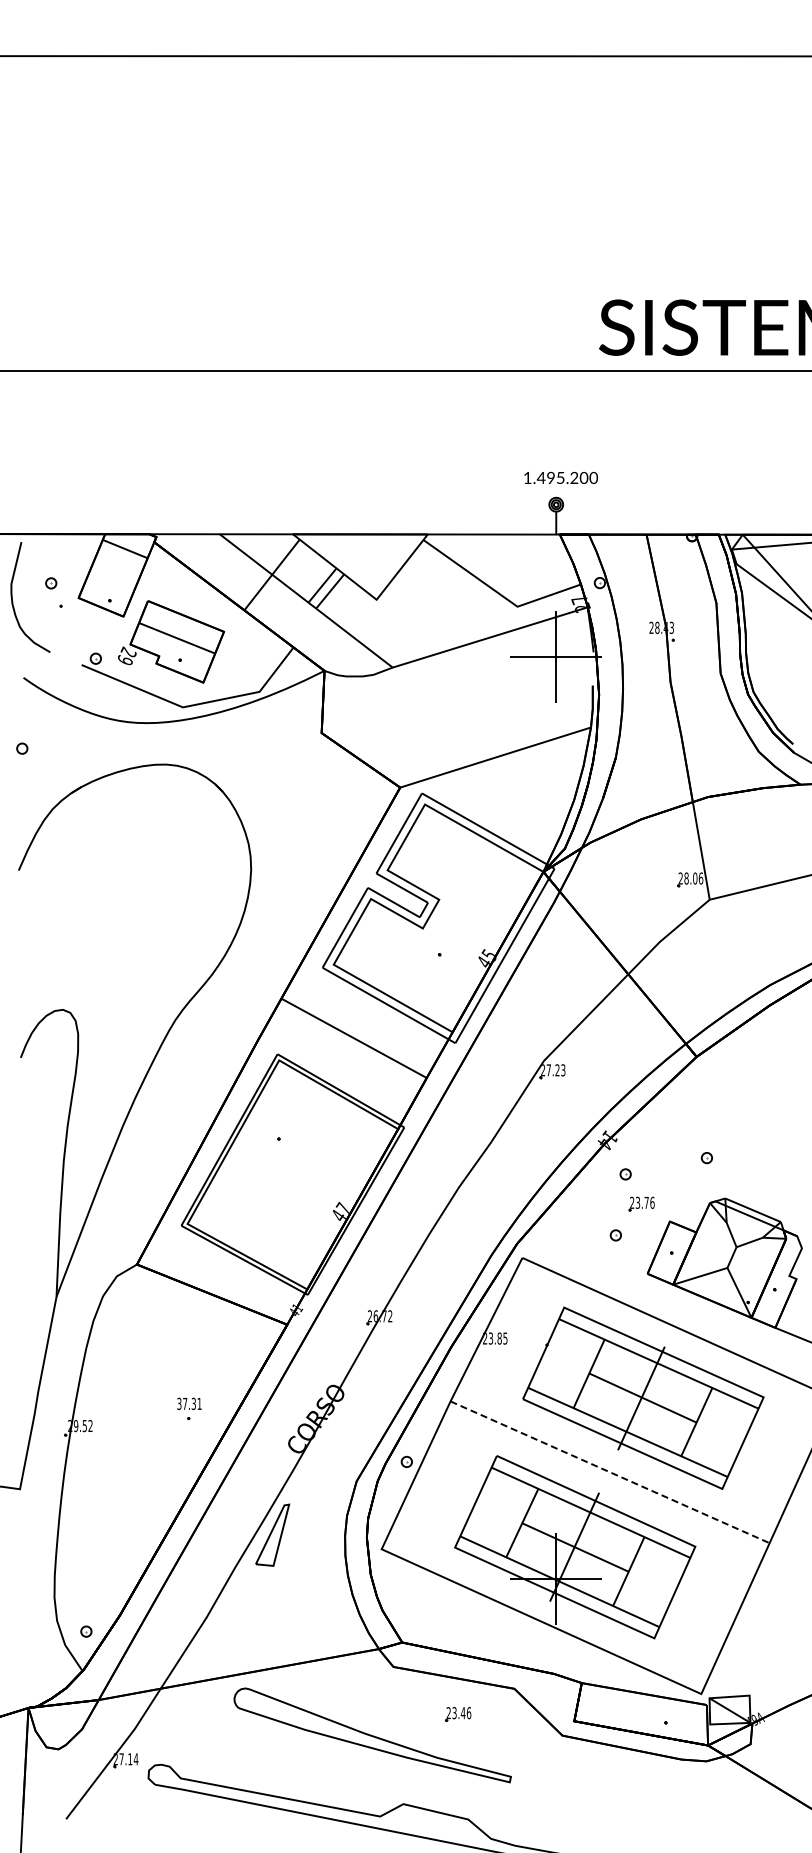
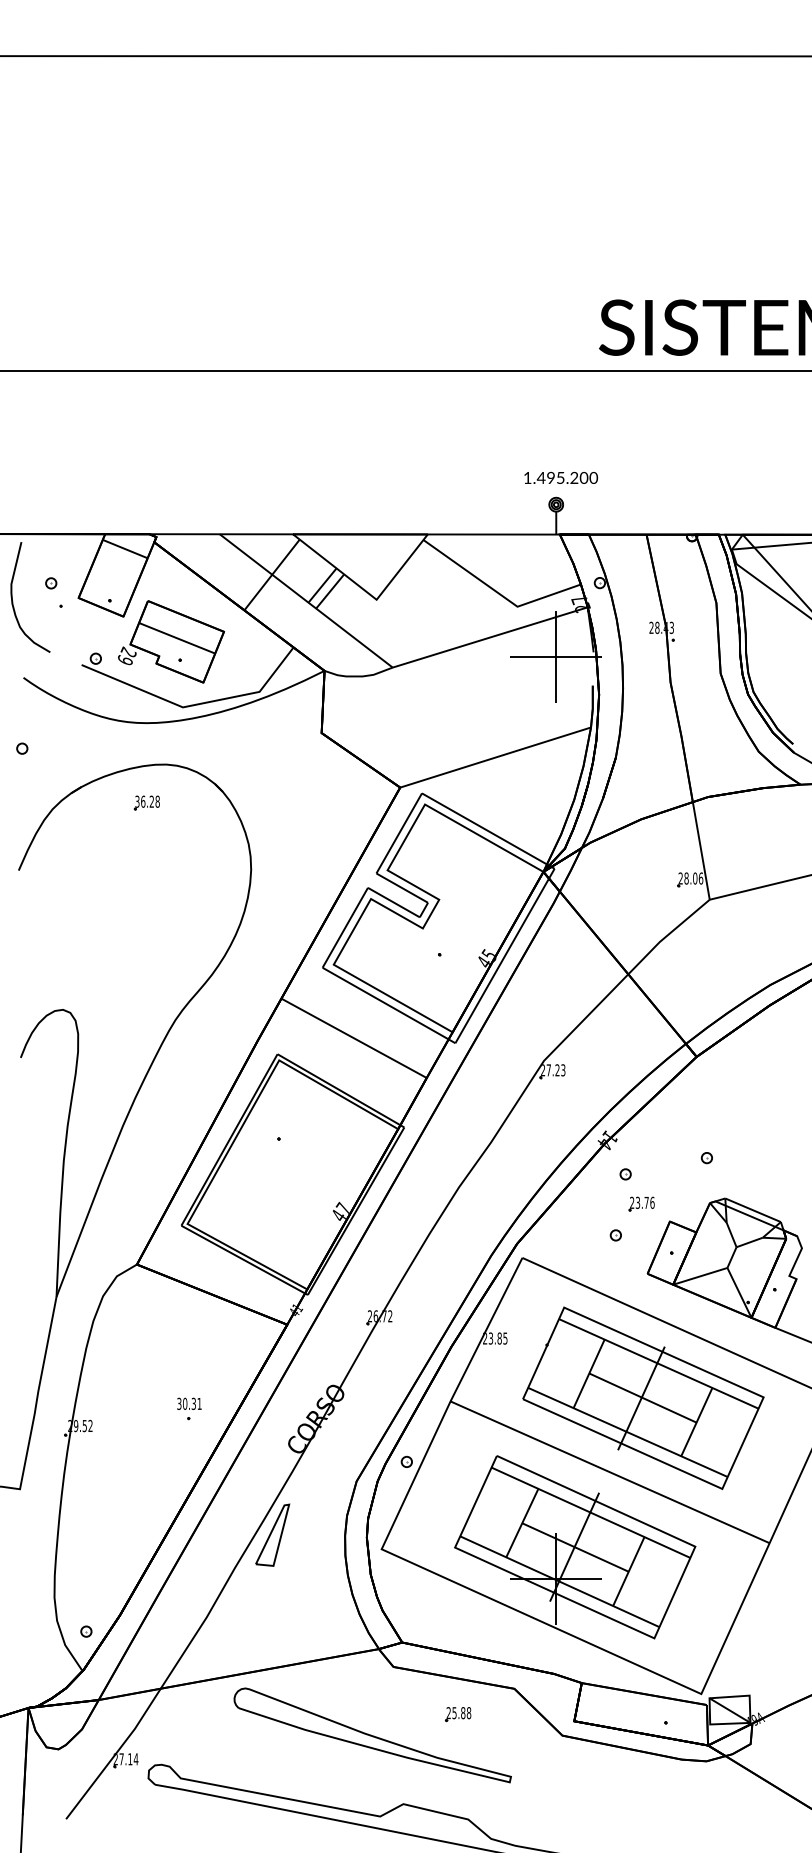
part at (146, 802): none -> present
text at (185, 1403): 37.31 -> 30.31
line at (610, 1472): dashed -> solid
text at (461, 1713): 23.46 -> 25.88
